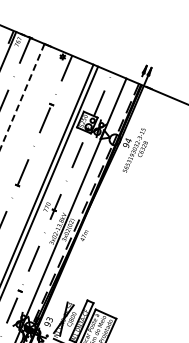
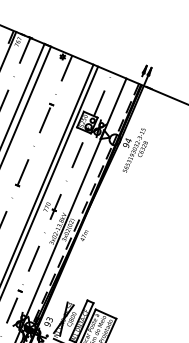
line at (22, 97): dashed -> solid
line at (26, 104): none -> present
